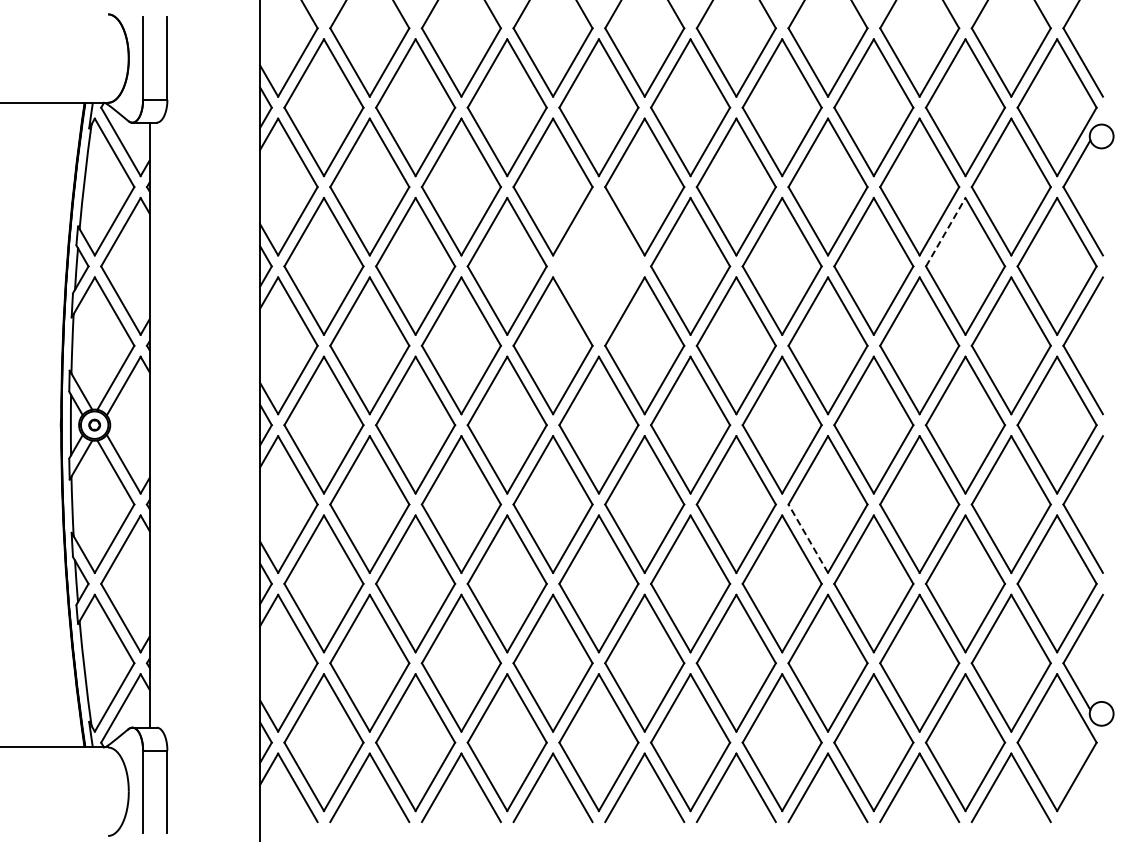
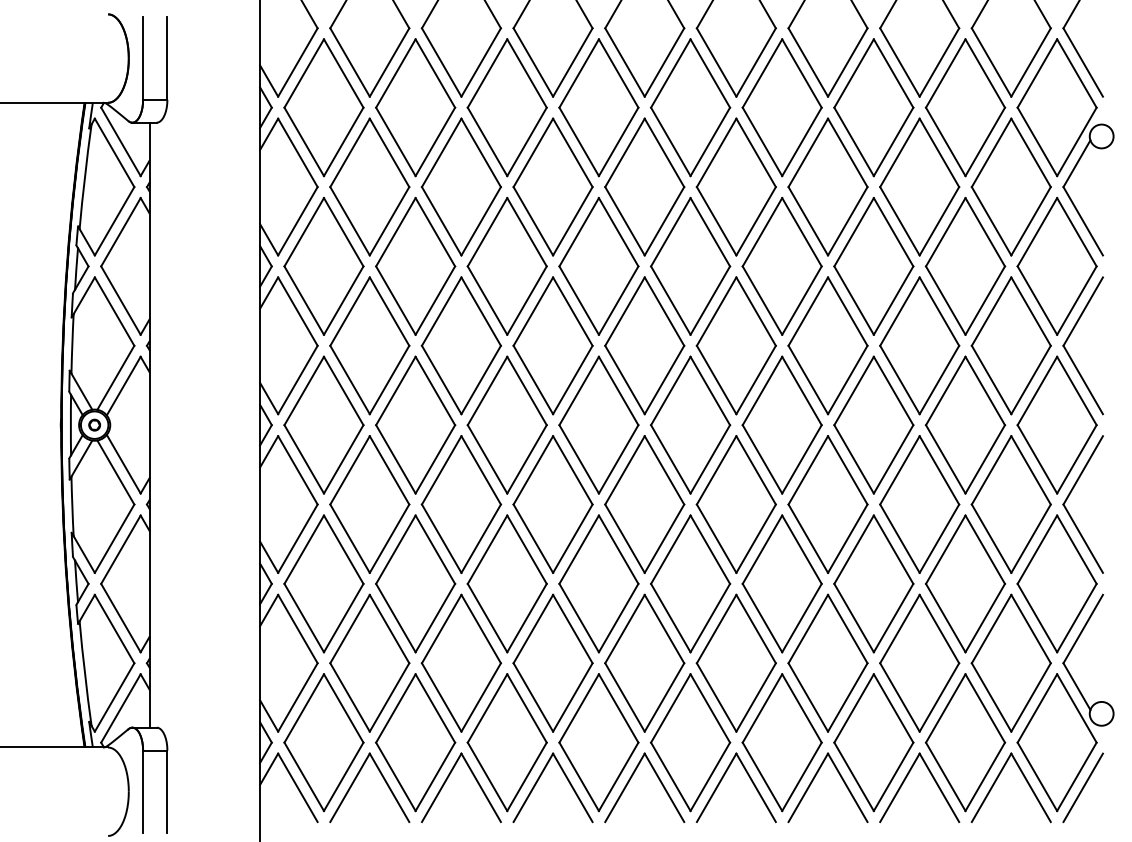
line at (946, 231): dashed -> solid
part at (598, 266): none -> present
line at (808, 538): dashed -> solid
line at (1082, 787): none -> present
